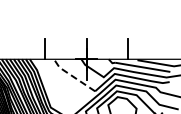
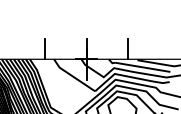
line at (72, 76): dashed -> solid
